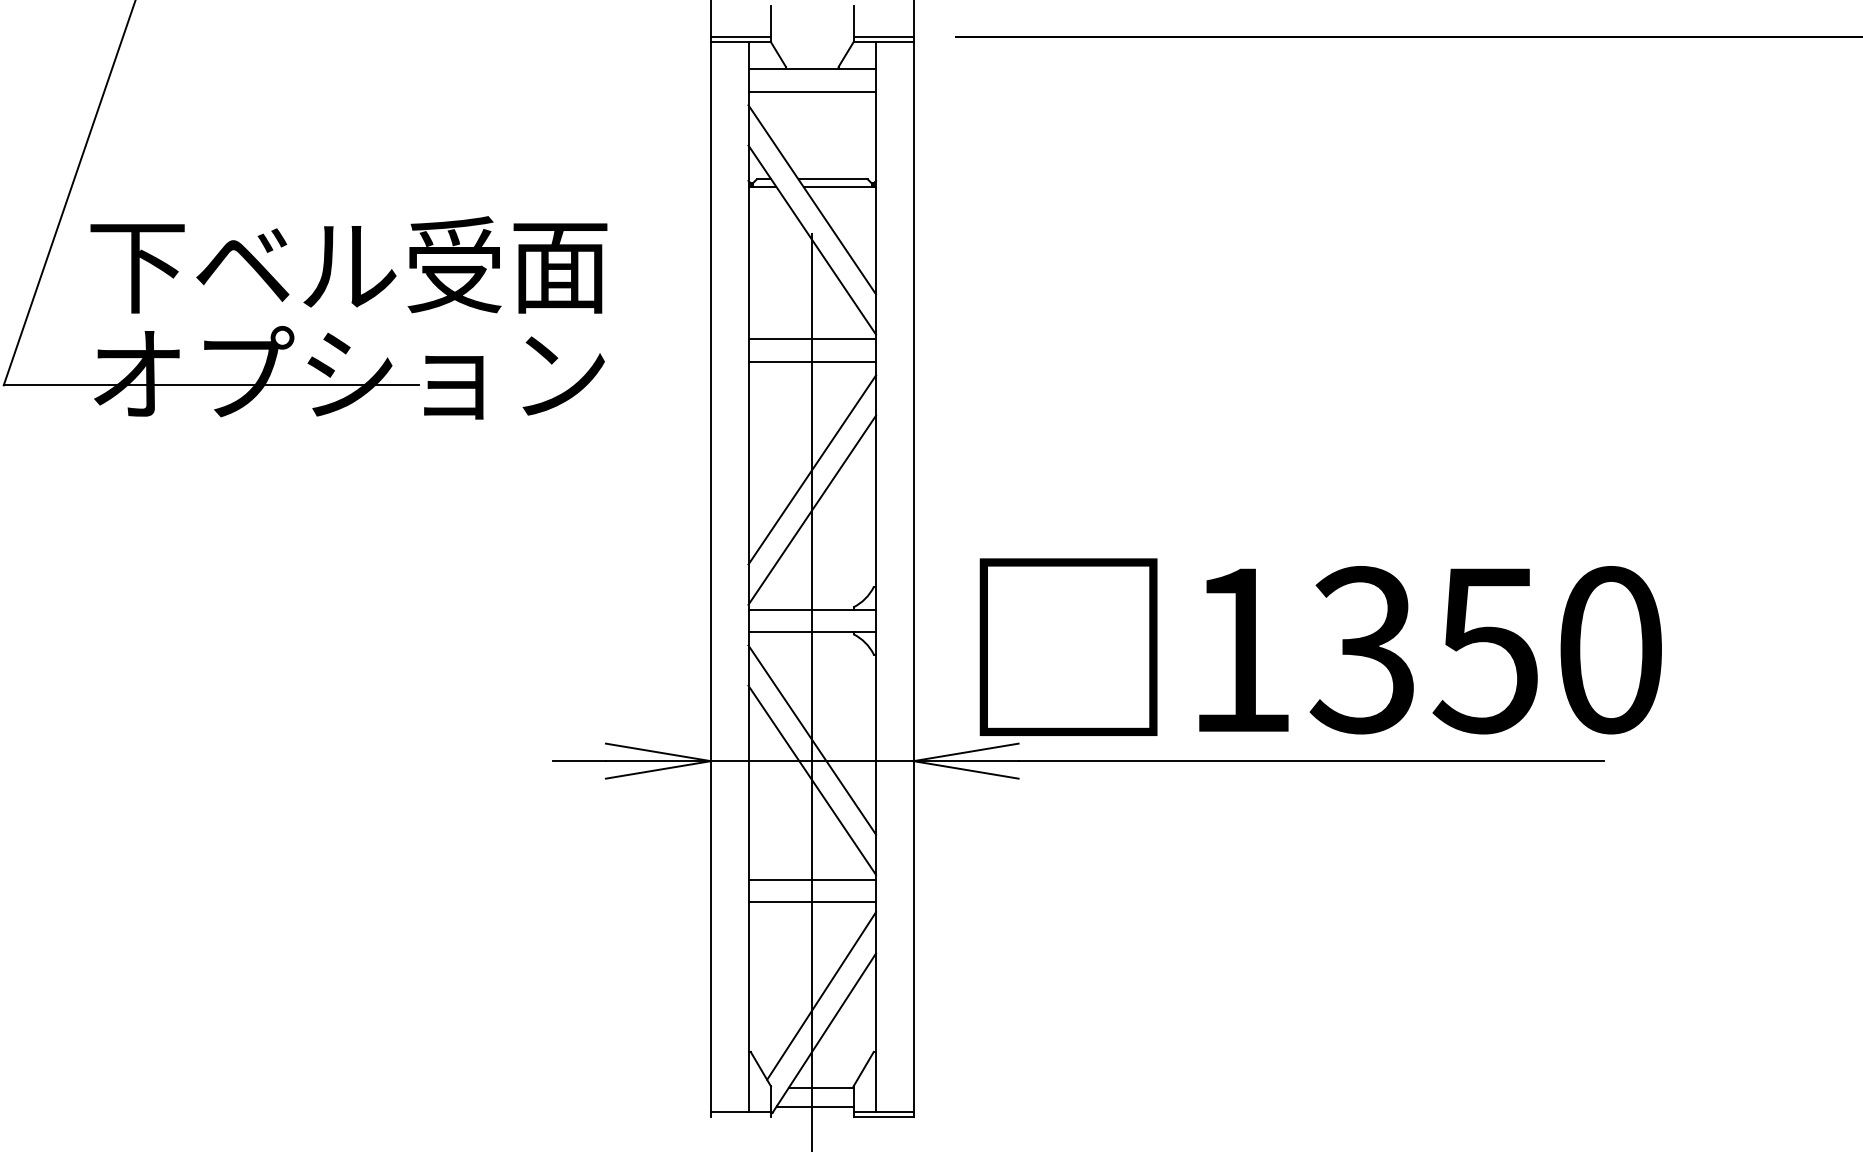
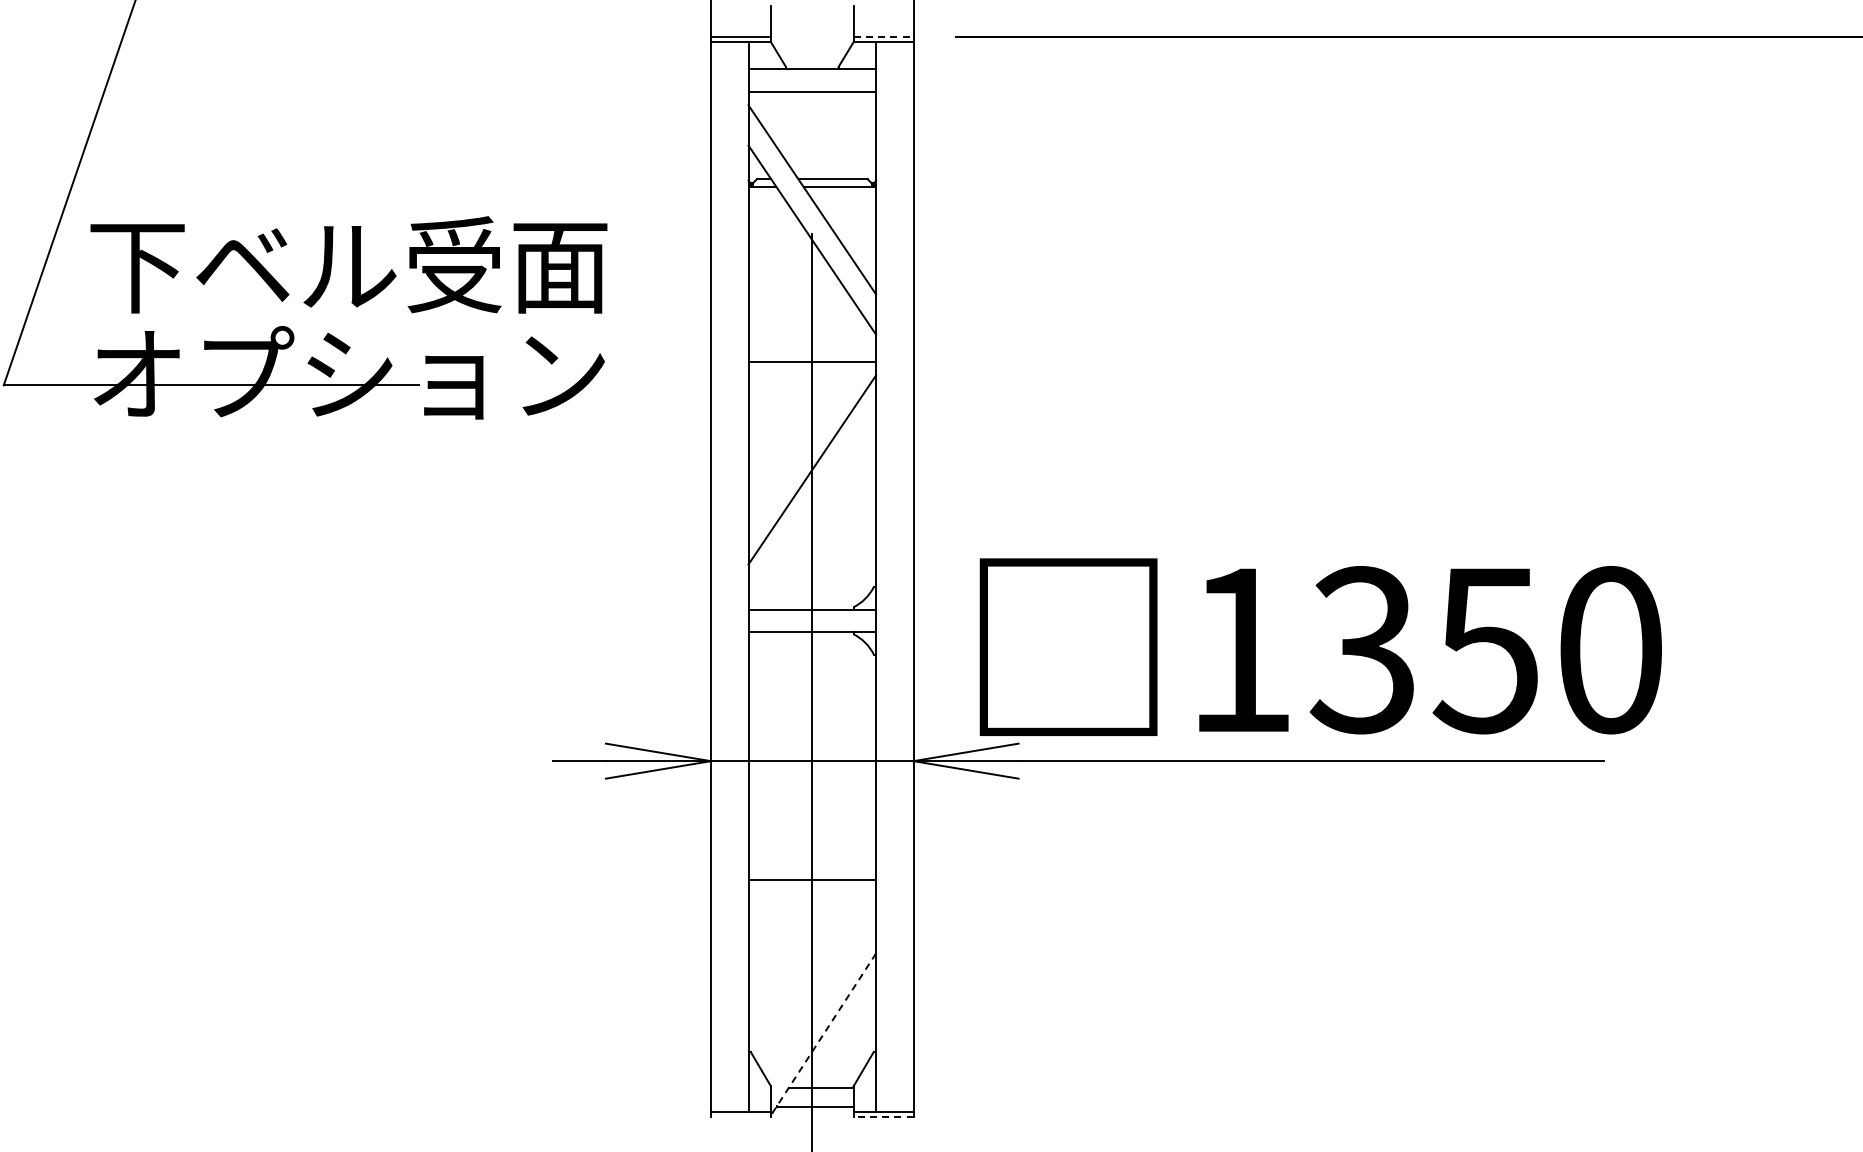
line at (884, 36): solid -> dashed
line at (812, 339): present -> none
line at (812, 509): present -> none
line at (812, 739): present -> none
line at (812, 779): present -> none
line at (812, 902): present -> none
line at (821, 995): present -> none
line at (824, 1033): solid -> dashed
line at (883, 1117): solid -> dashed
